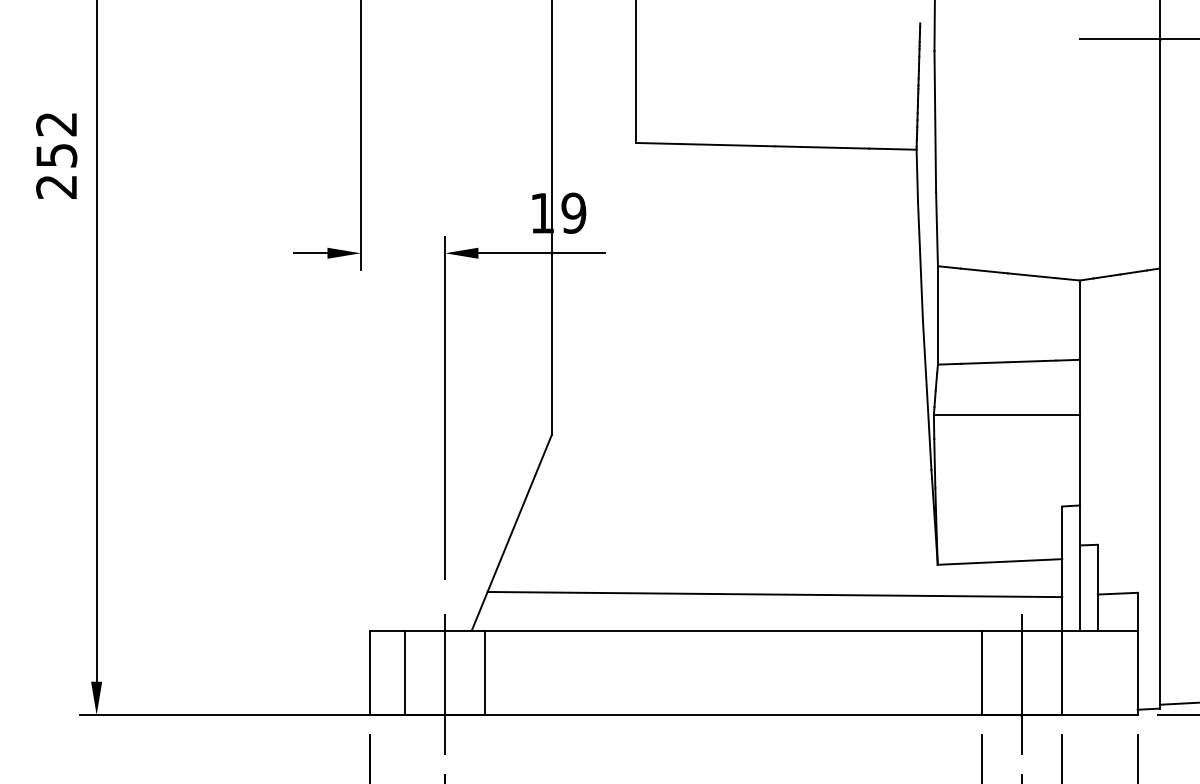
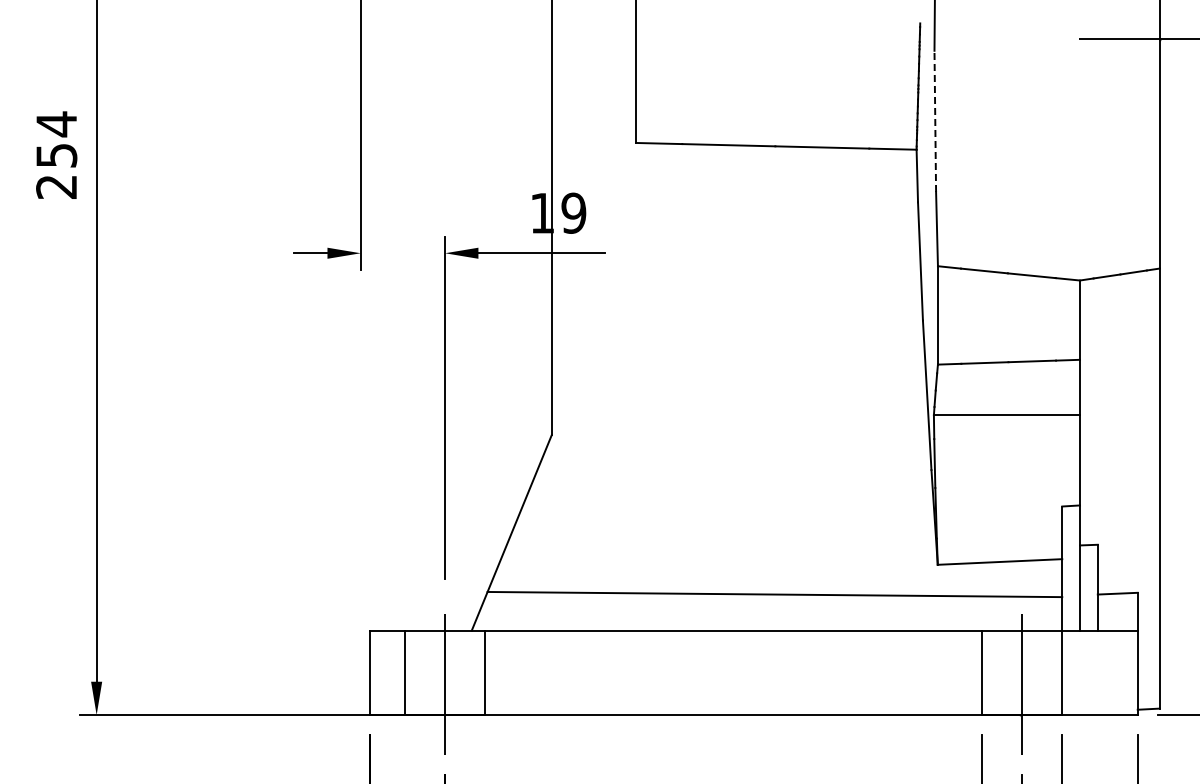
line at (935, 121): solid -> dashed
text at (56, 124): 252 -> 254
line at (1177, 703): present -> none
